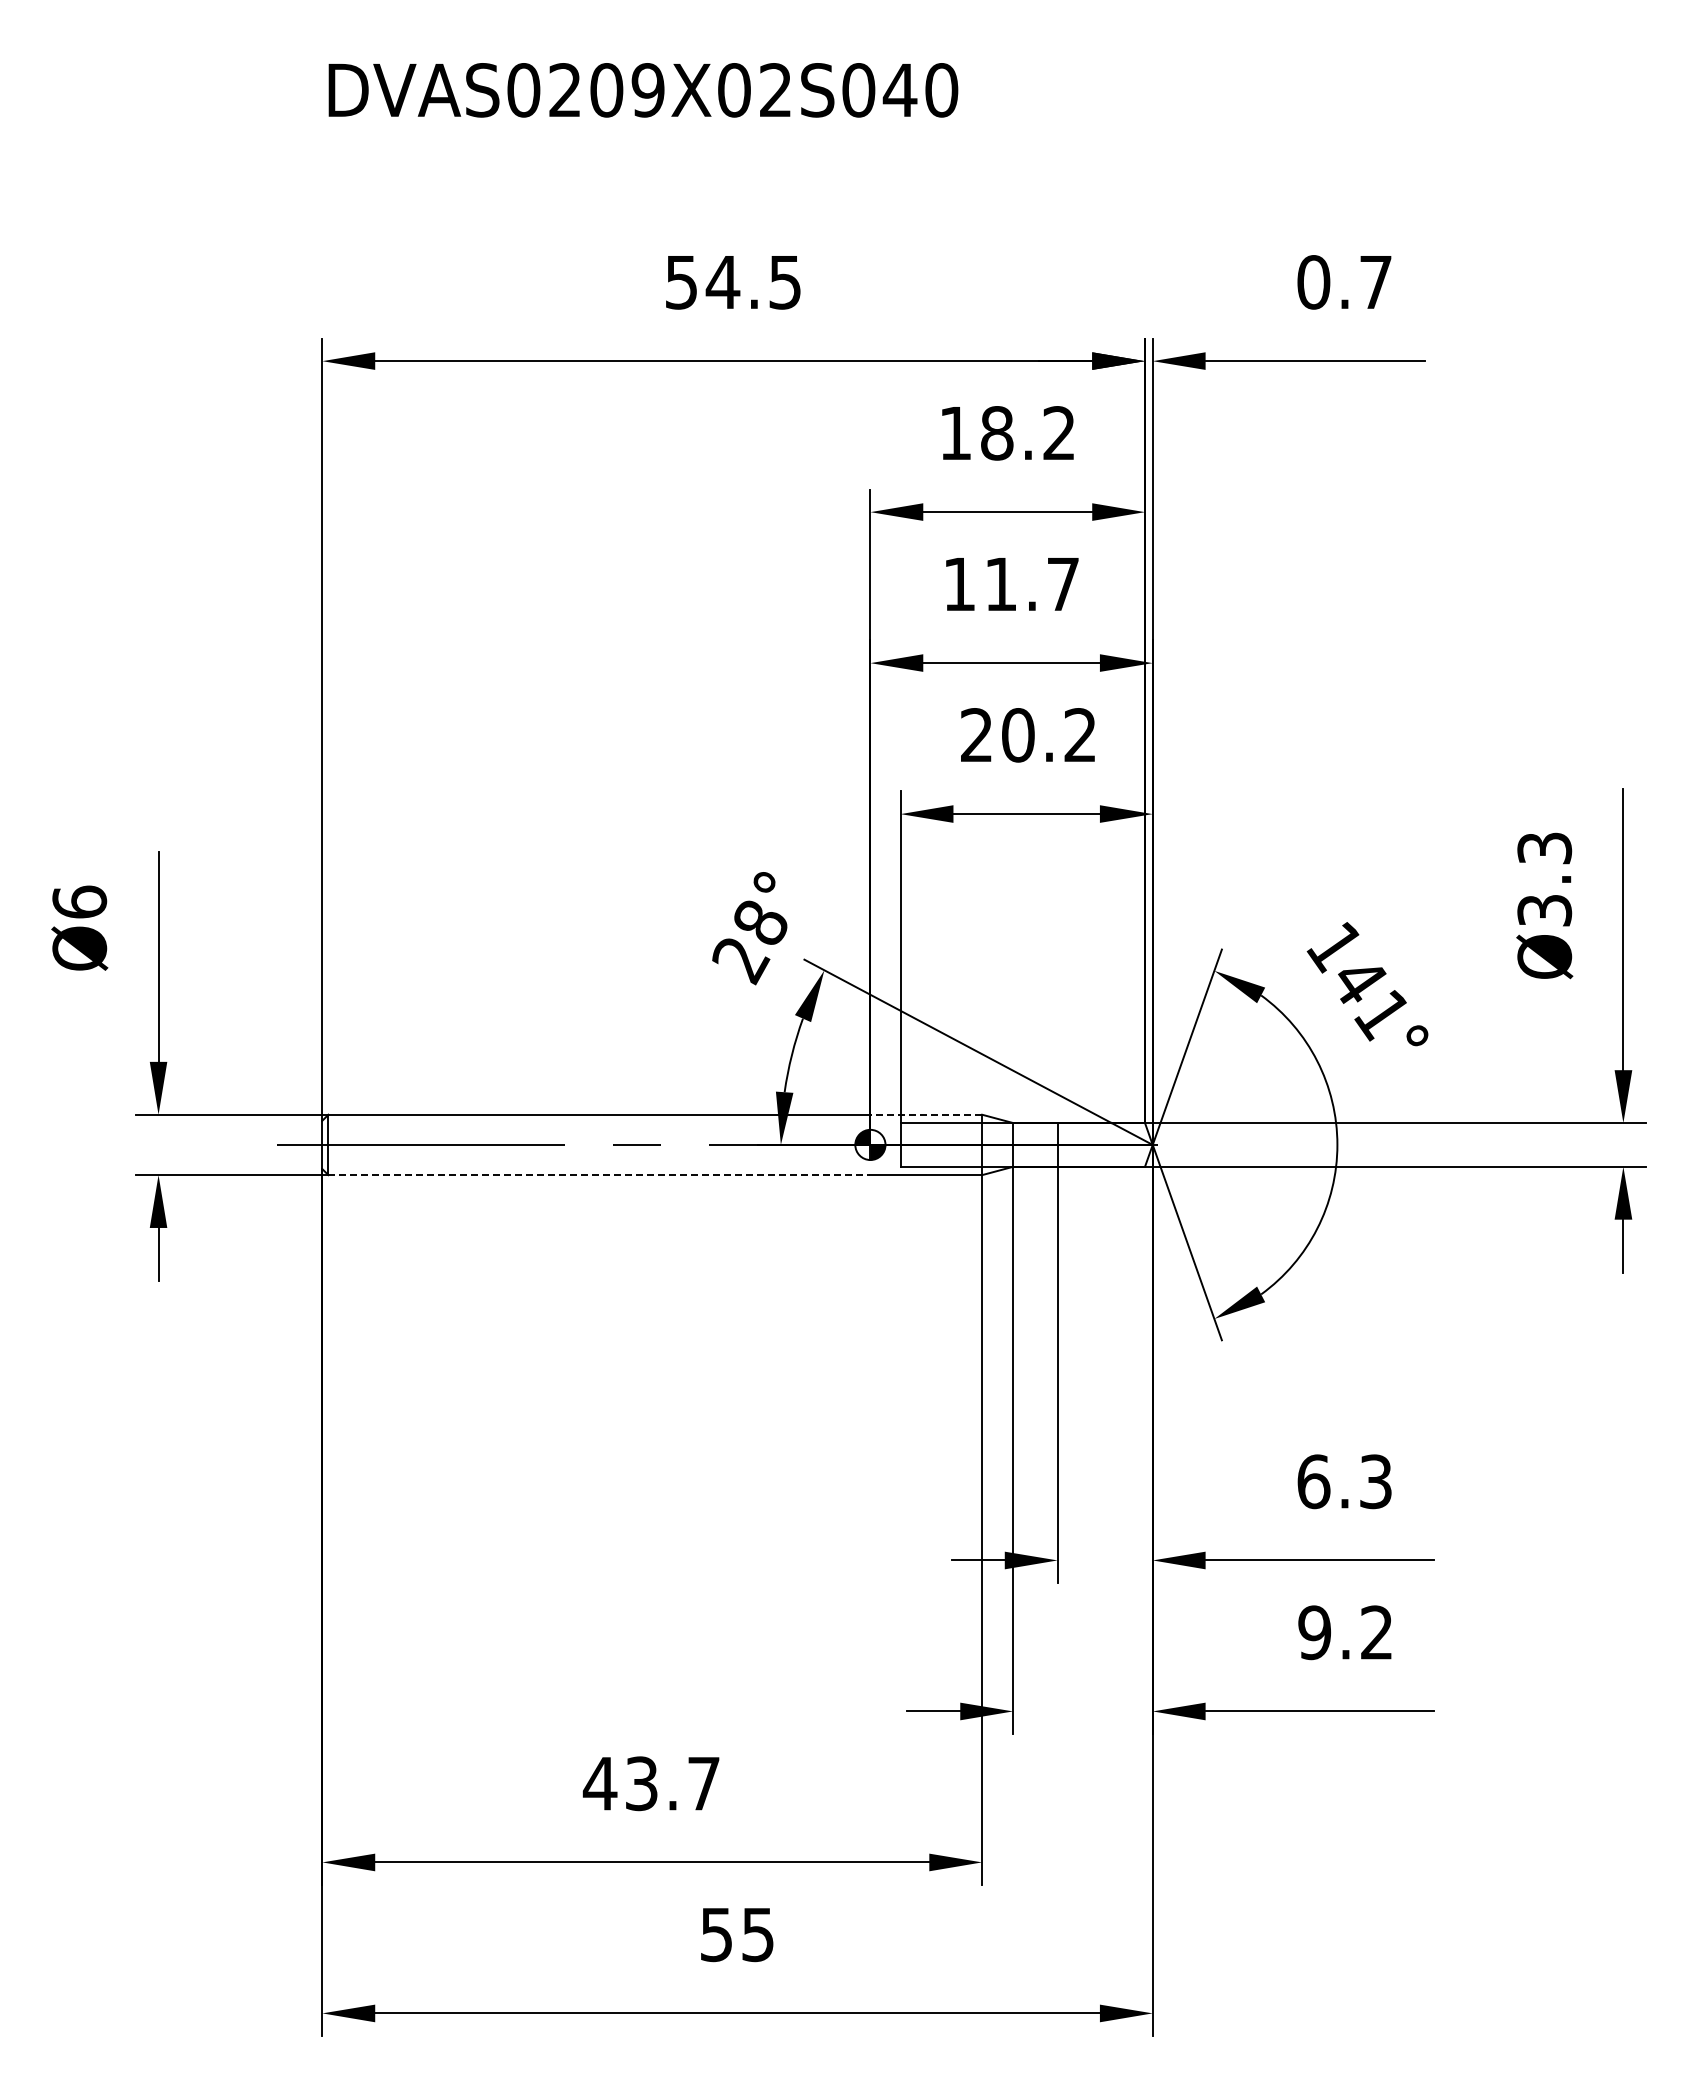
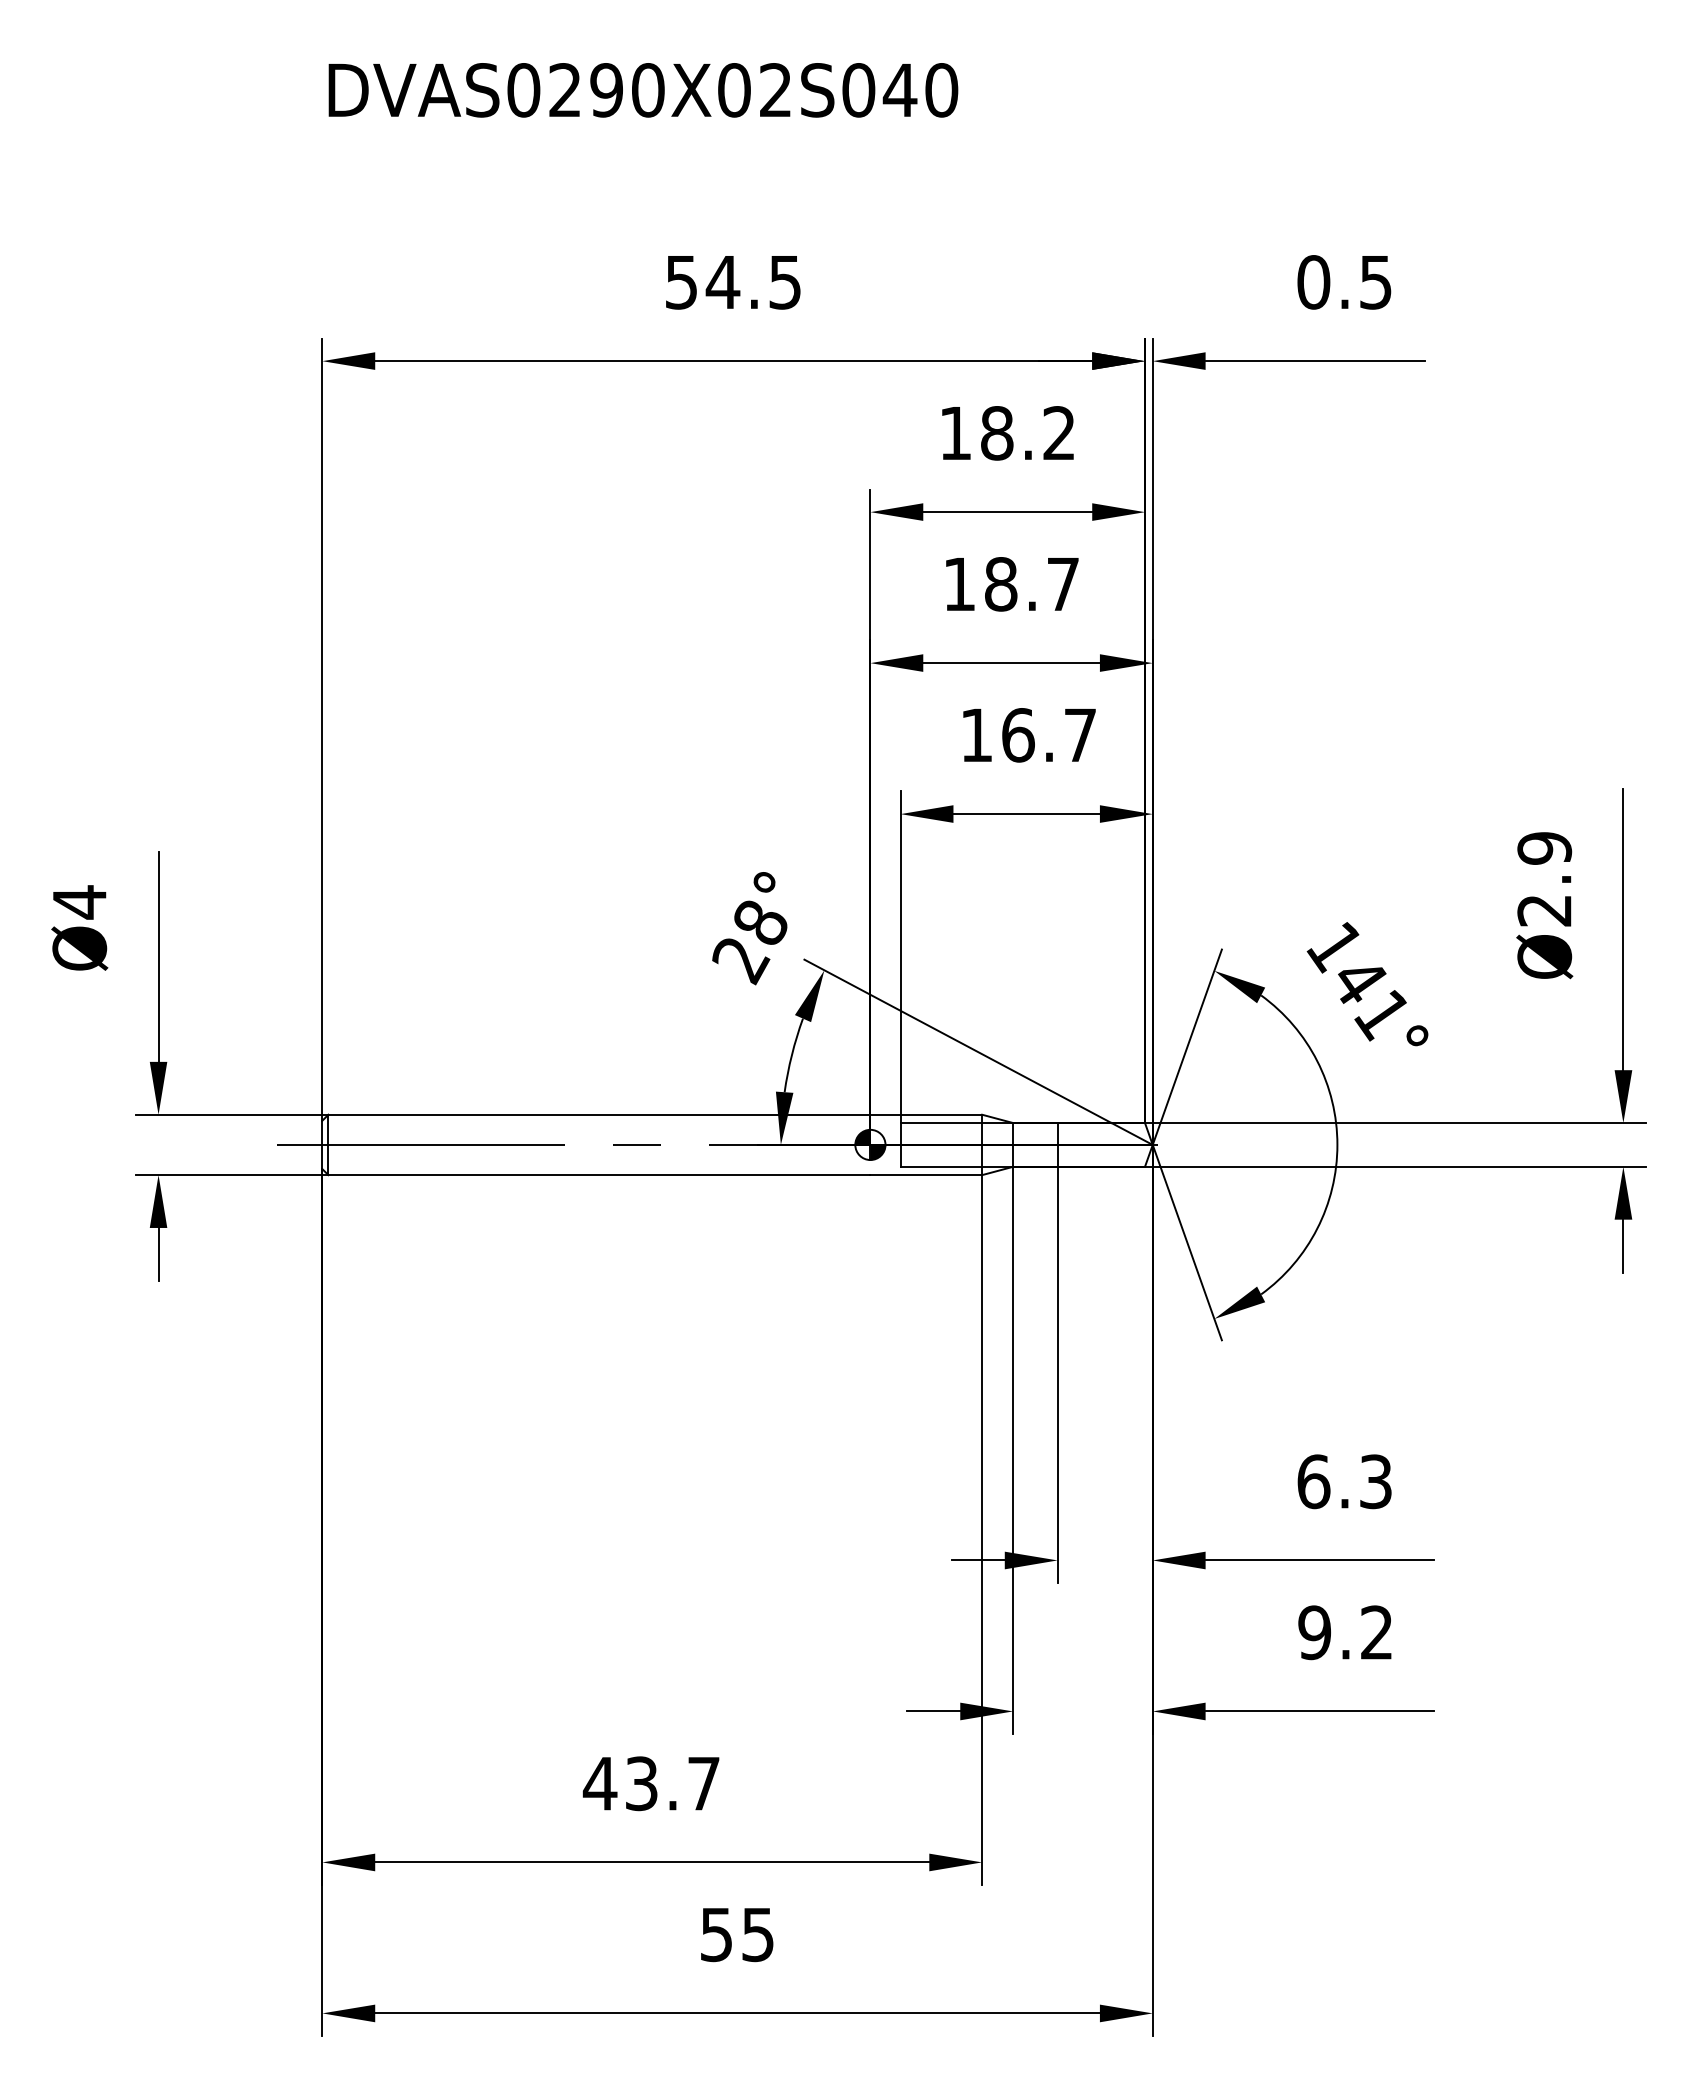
text at (627, 90): DVAS0209X02S040 -> DVAS0290X02S040
text at (1375, 282): 0.7 -> 0.5
text at (1001, 584): 11.7 -> 18.7
text at (1028, 735): 20.2 -> 16.7
text at (1544, 879): Ø3.3 -> Ø2.9
text at (79, 902): Ø6 -> Ø4
line at (926, 1114): dashed -> solid
line at (599, 1175): dashed -> solid
